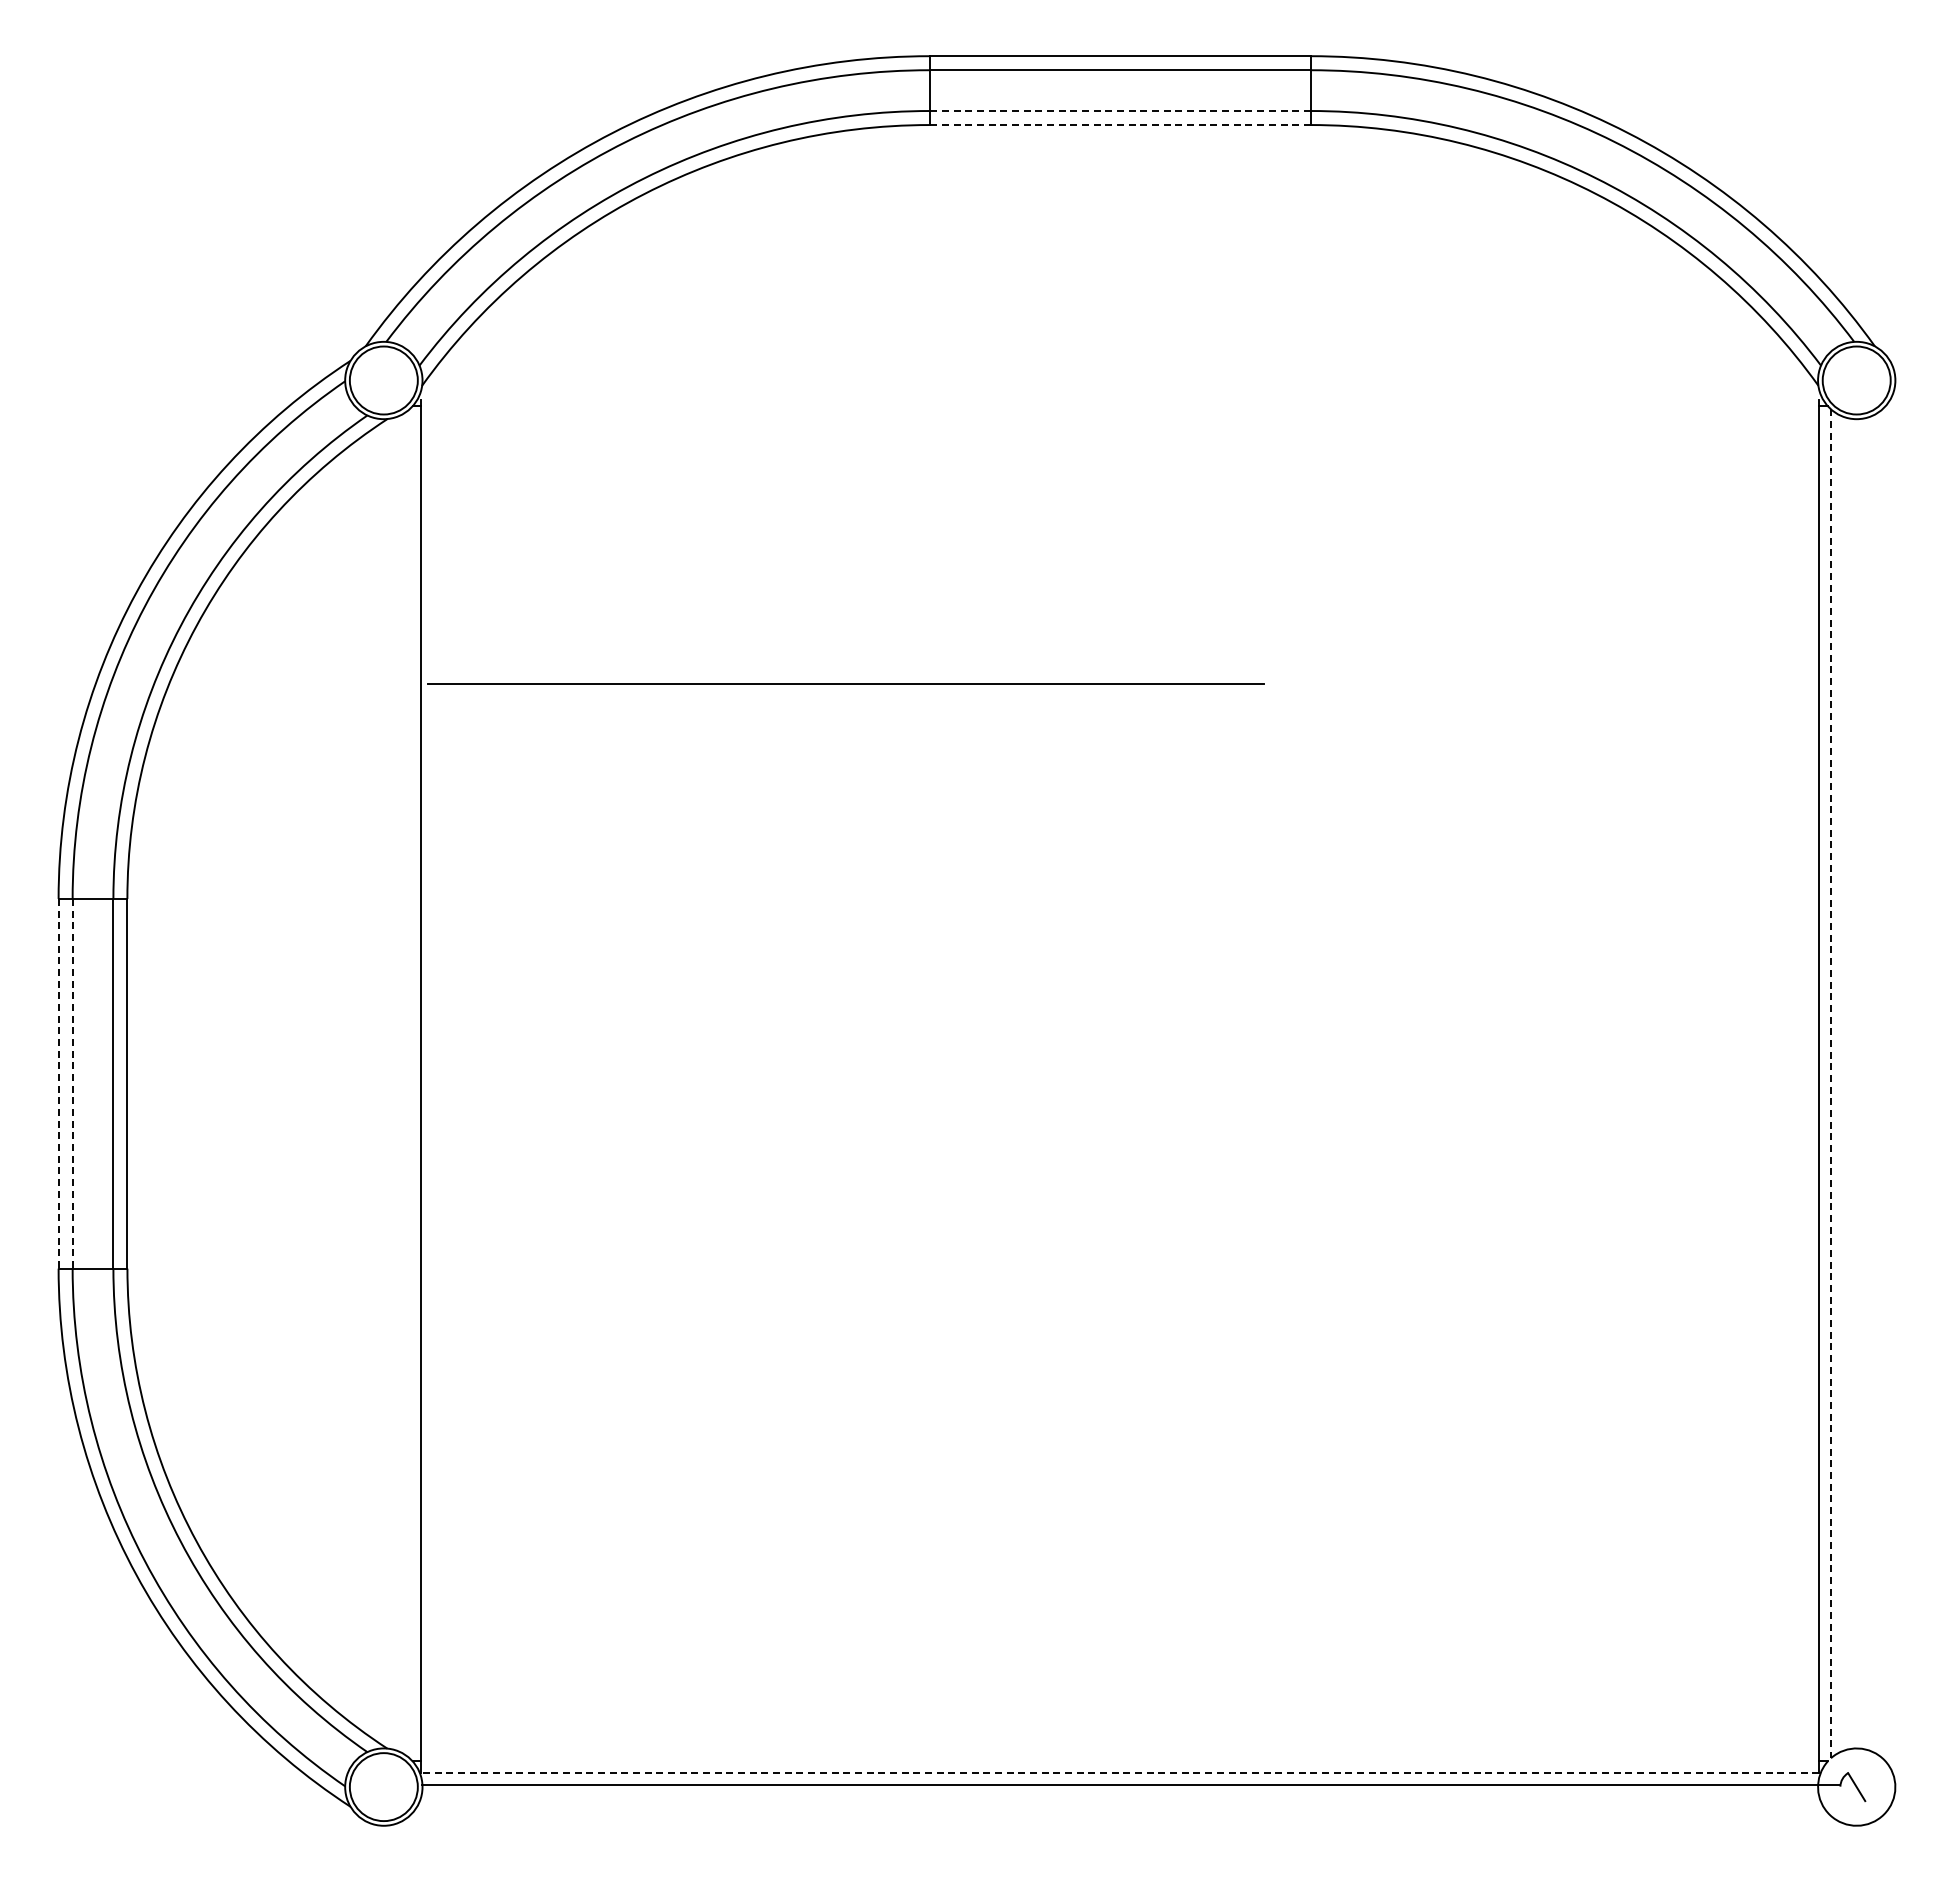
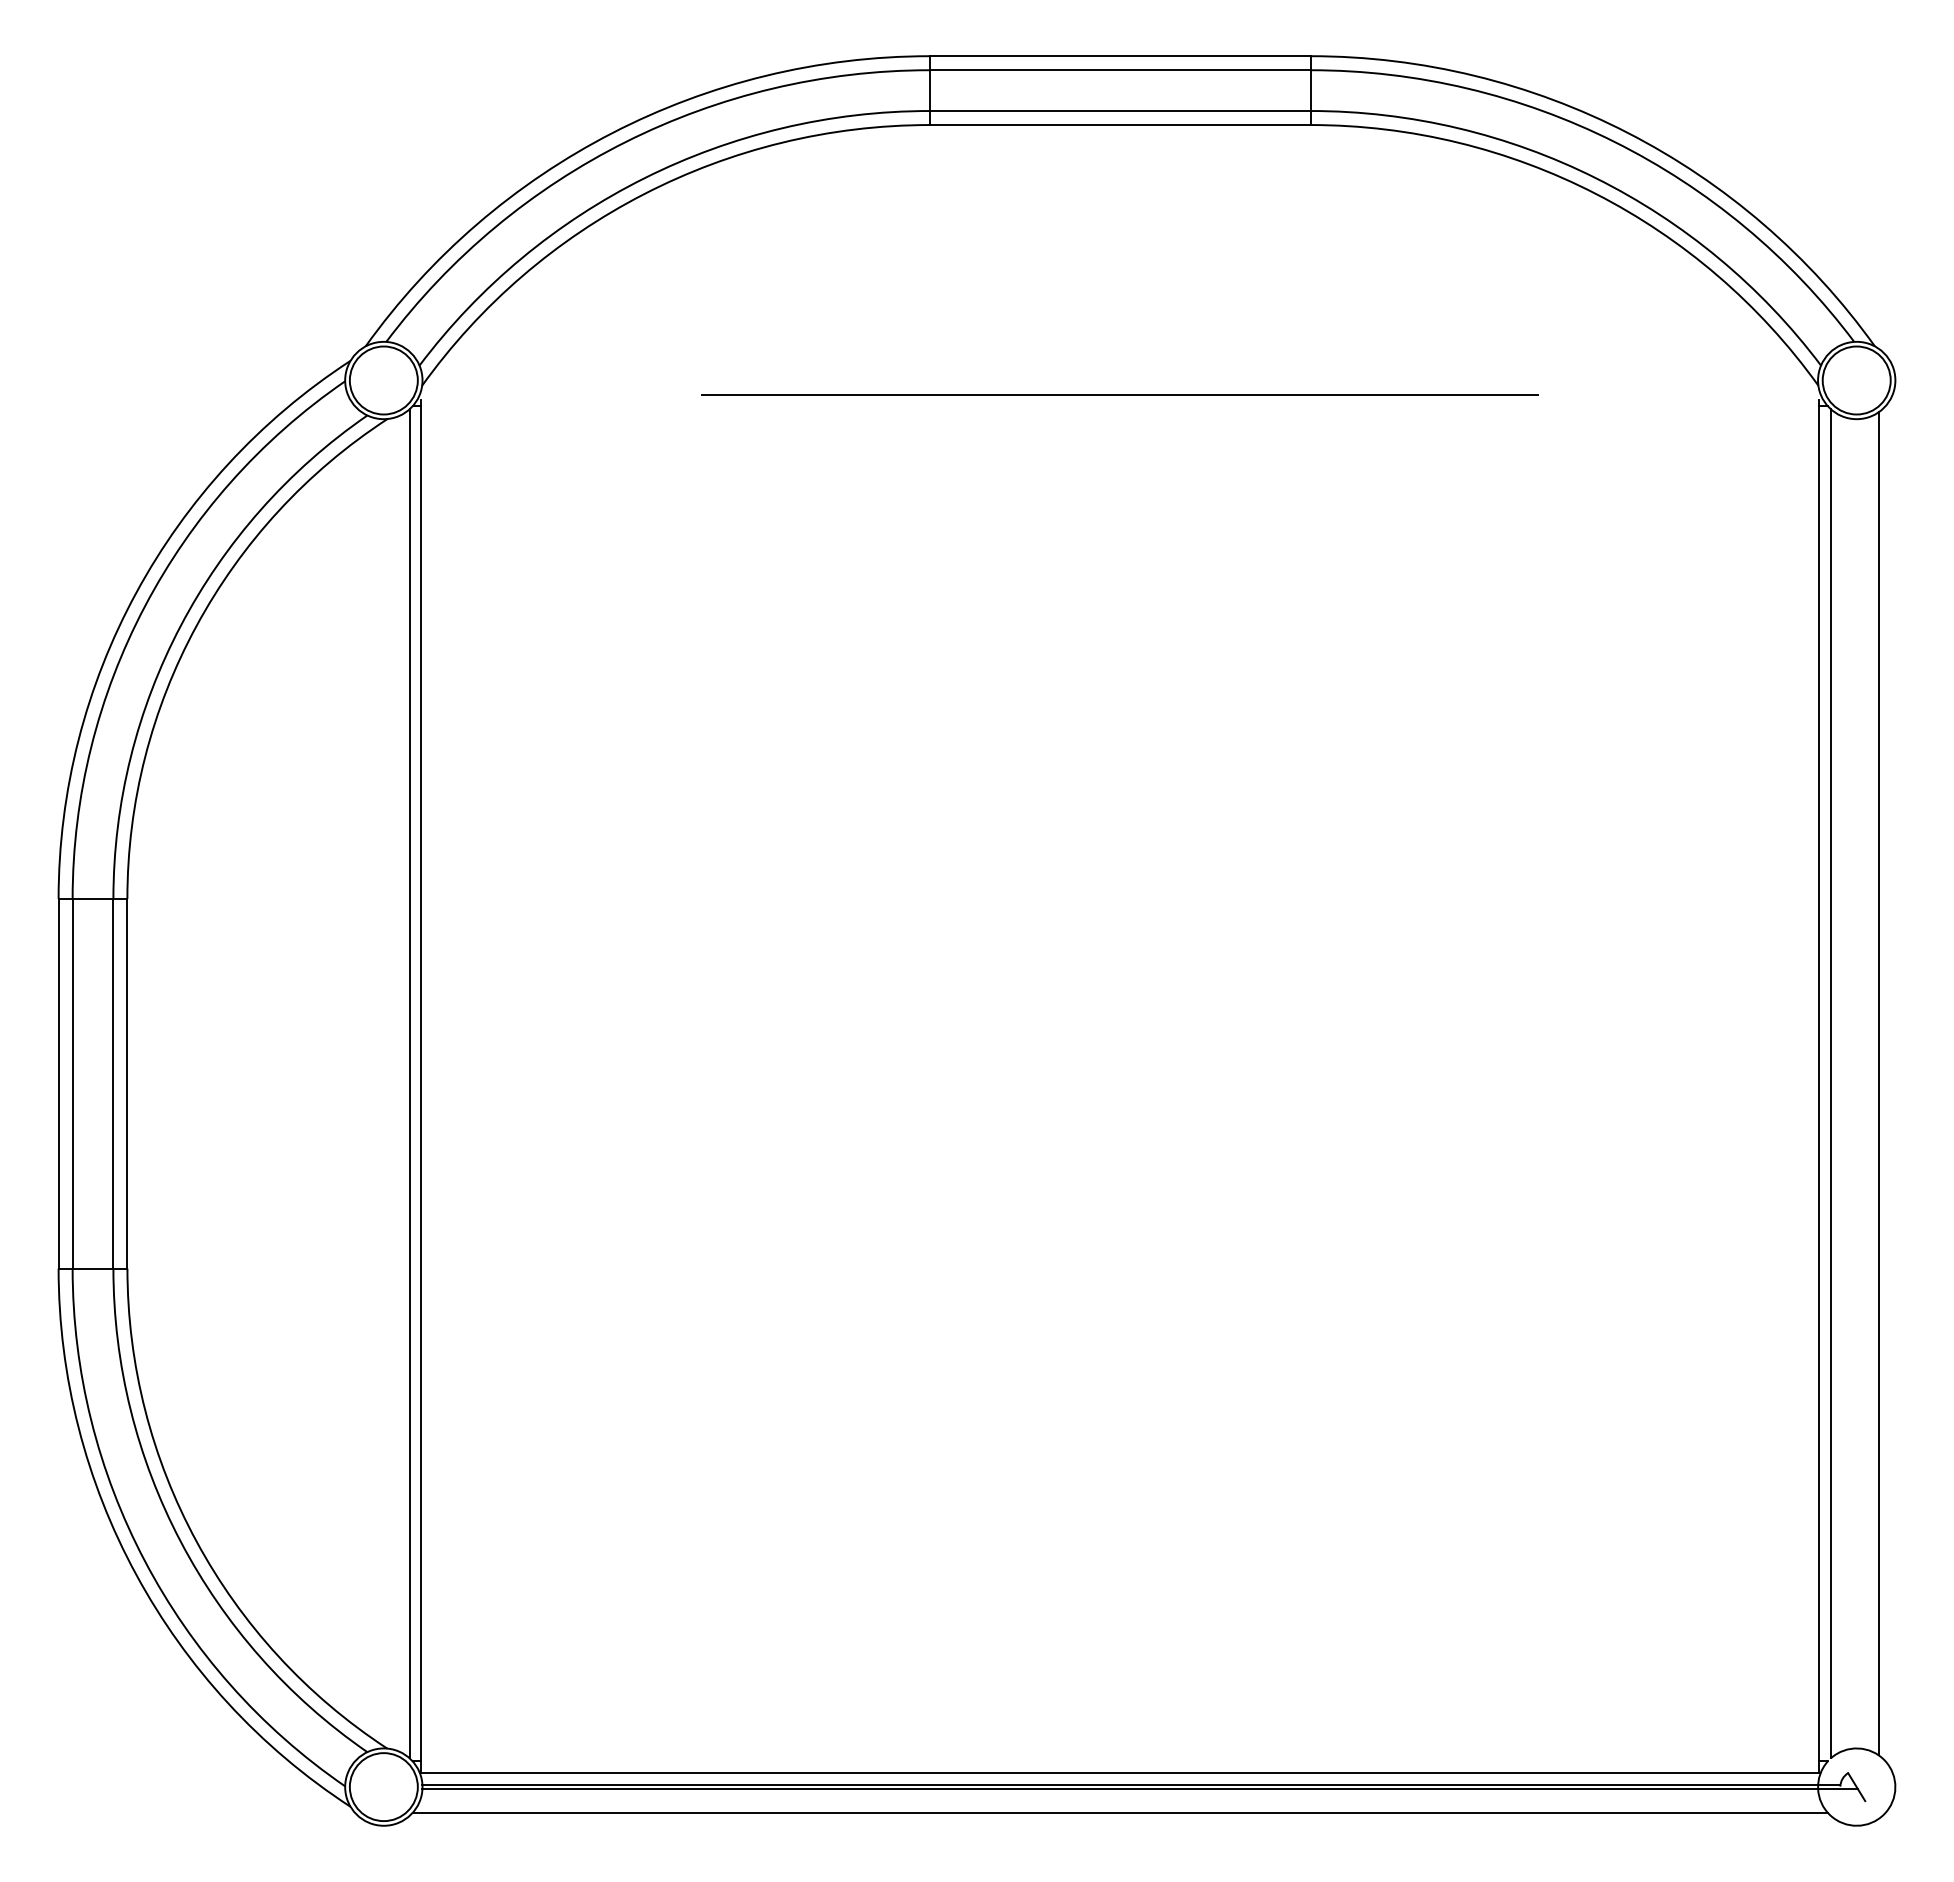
line at (1120, 111): dashed -> solid
line at (1120, 125): dashed -> solid
line at (845, 683) position: (845, 683) -> (1119, 394)
line at (58, 1083): dashed -> solid
line at (72, 1083): dashed -> solid
line at (409, 1083): none -> present
line at (1878, 1083): none -> present
line at (1831, 1084): dashed -> solid
line at (1119, 1773): dashed -> solid
line at (1140, 1789): none -> present
line at (1119, 1812): none -> present
